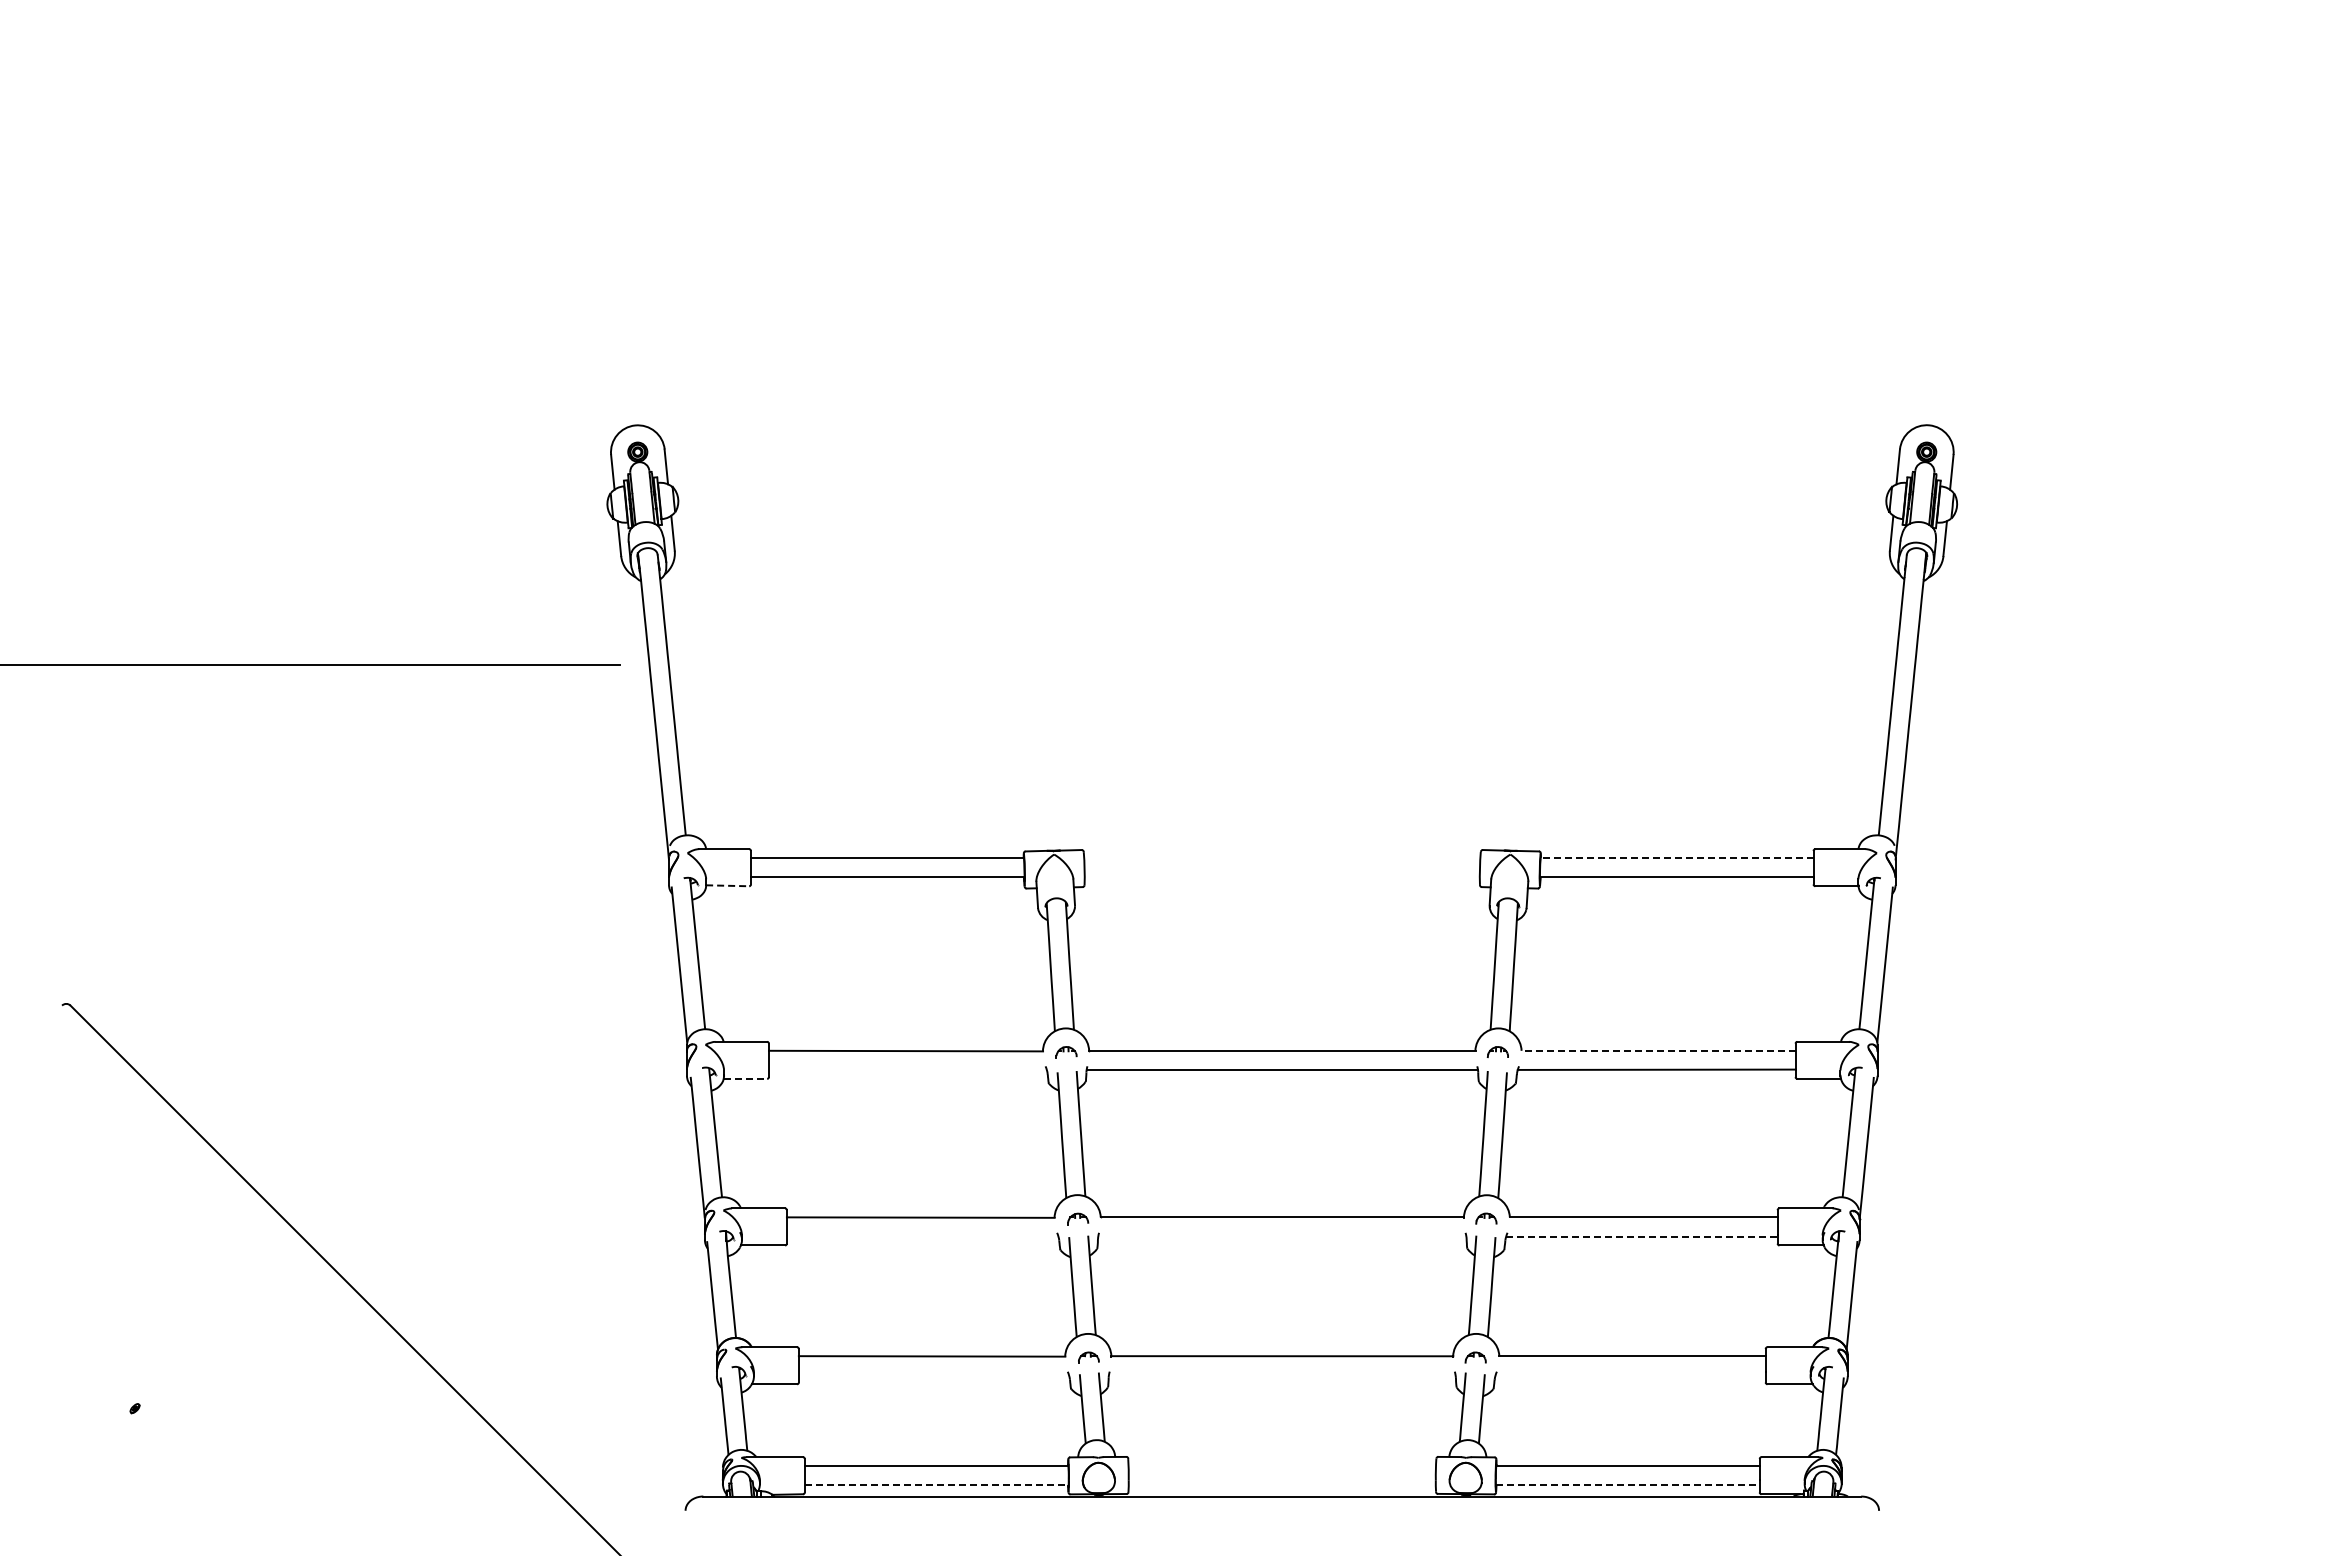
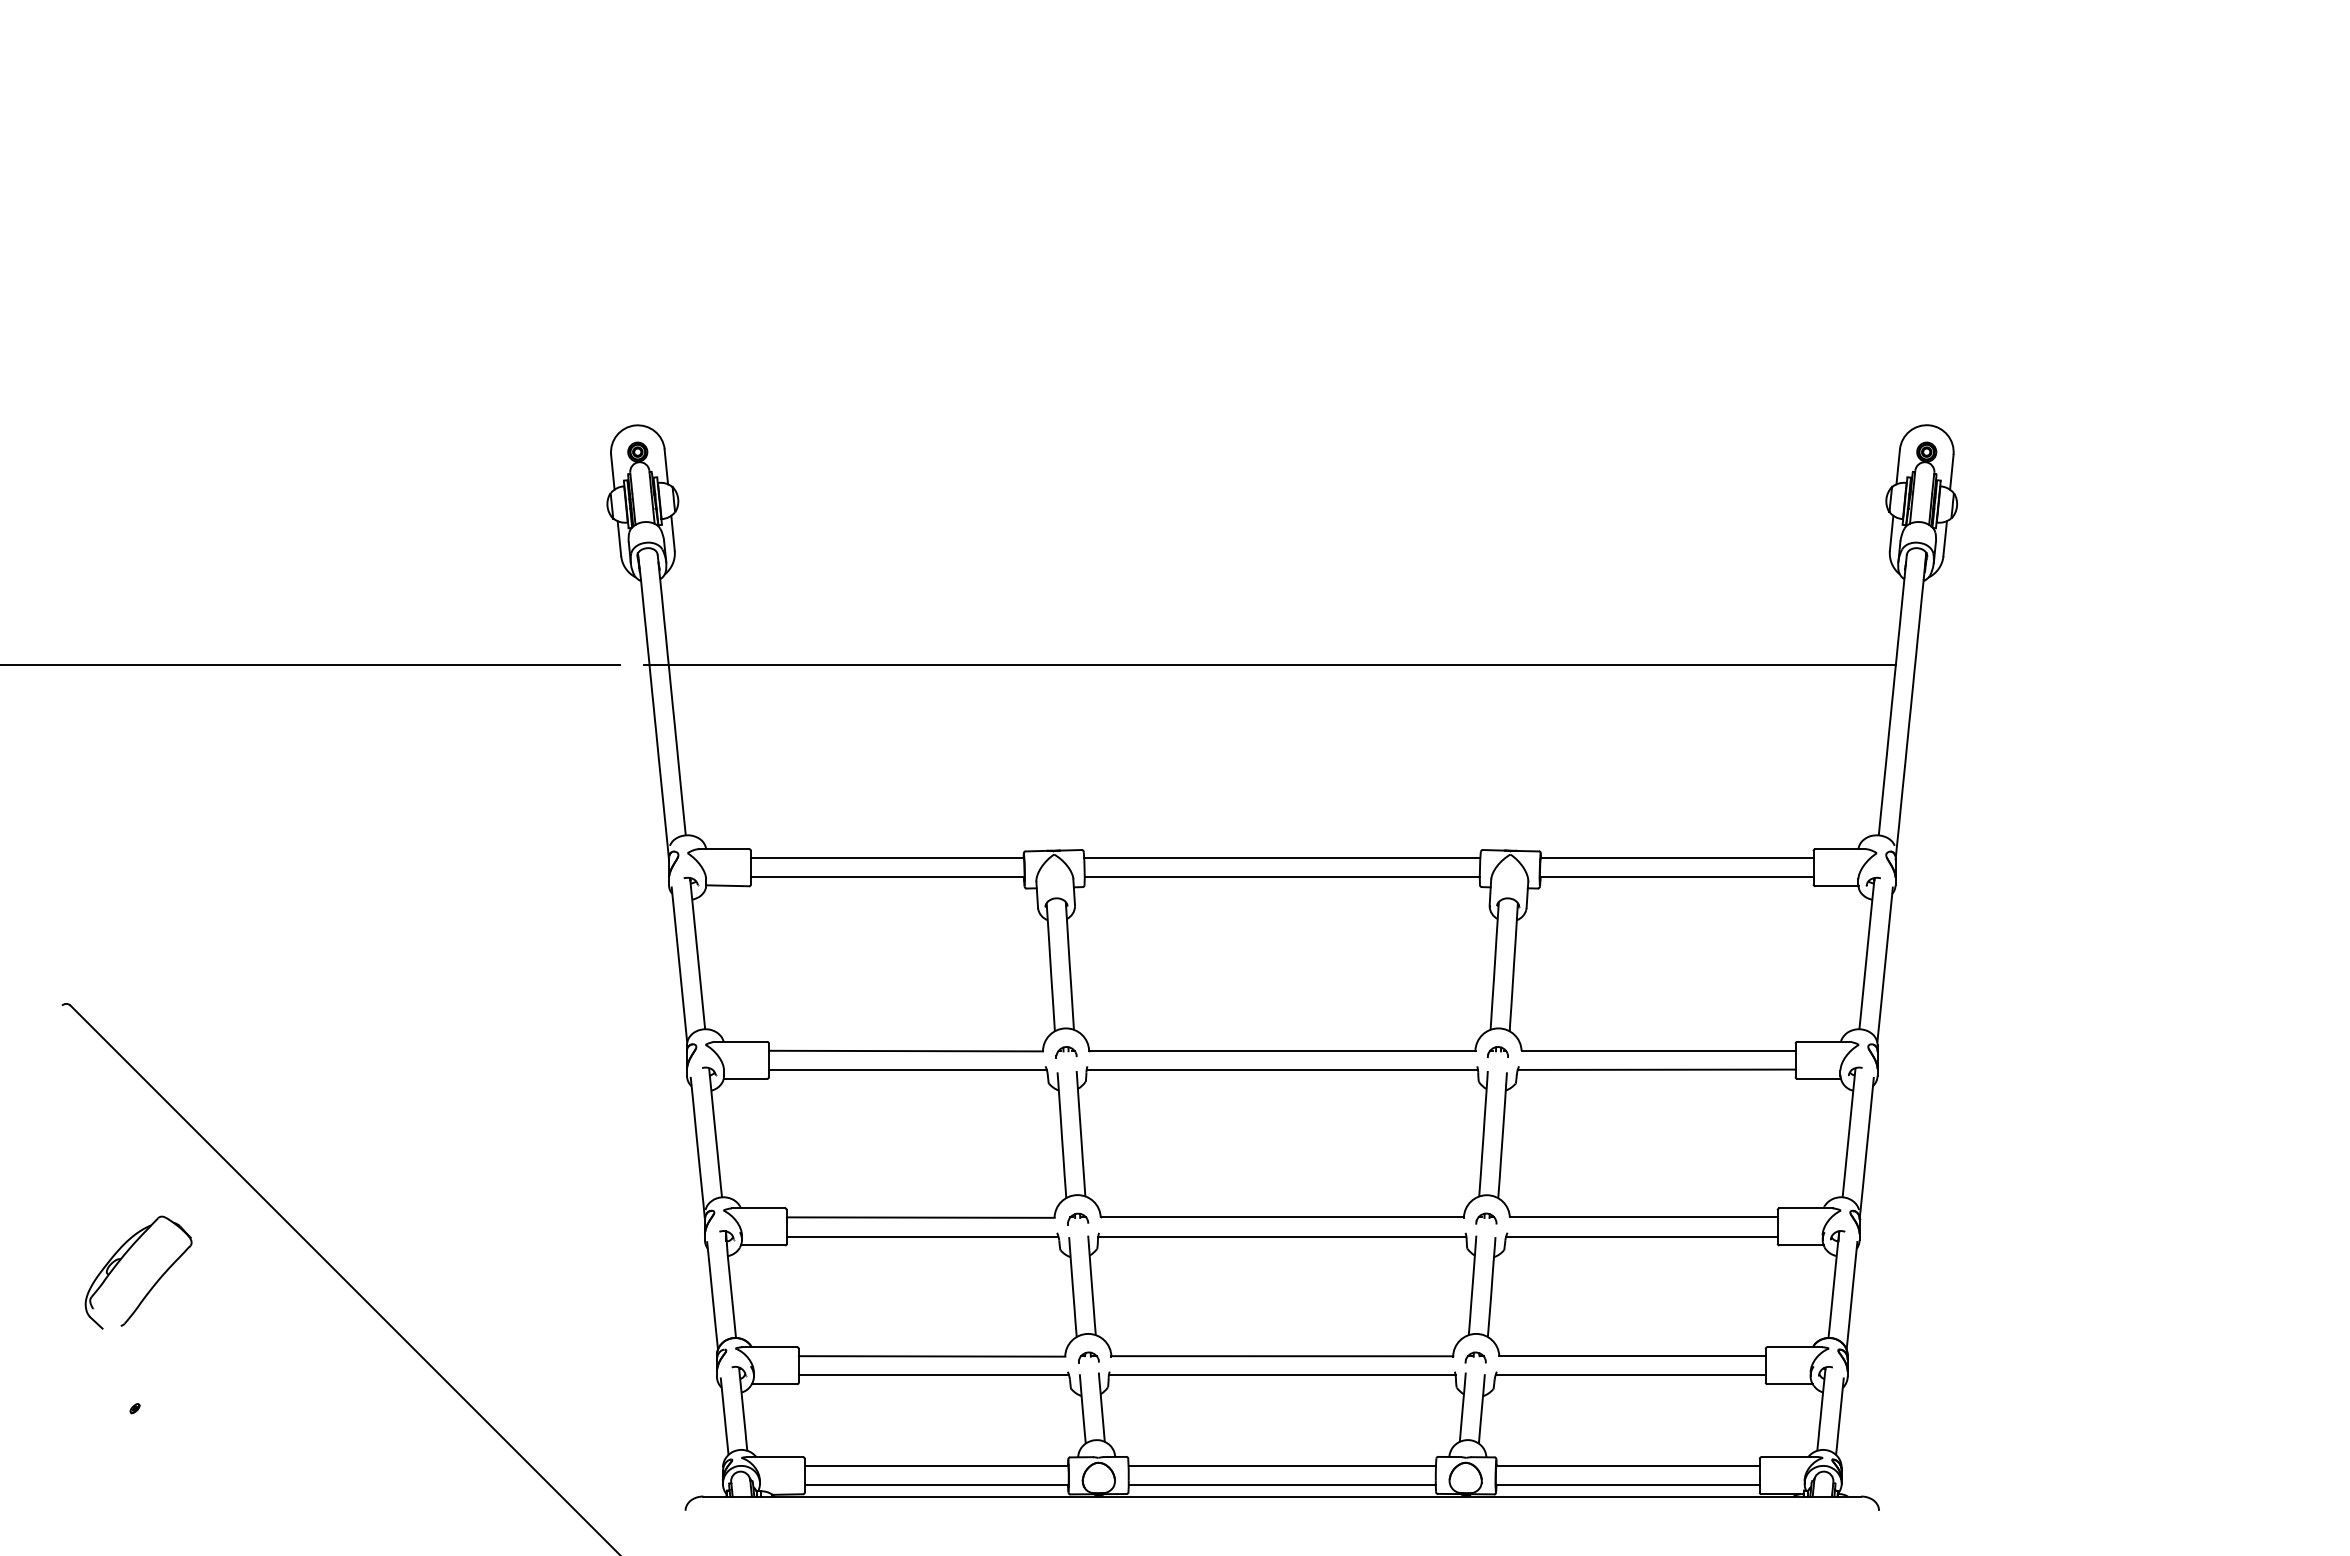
line at (1269, 664): none -> present
line at (1282, 858): none -> present
line at (1676, 858): dashed -> solid
line at (1281, 877): none -> present
line at (727, 885): dashed -> solid
line at (1658, 1050): dashed -> solid
line at (907, 1069): none -> present
line at (745, 1078): dashed -> solid
line at (922, 1236): none -> present
line at (1282, 1236): none -> present
line at (1641, 1236): dashed -> solid
part at (153, 1284): none -> present
line at (933, 1375): none -> present
line at (1281, 1375): none -> present
line at (1630, 1375): none -> present
line at (1282, 1466): none -> present
line at (936, 1485): dashed -> solid
line at (1281, 1485): none -> present
line at (1627, 1485): dashed -> solid
